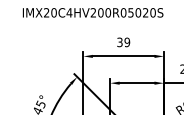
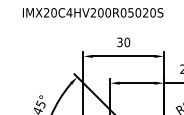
text at (126, 42): 39 -> 30
